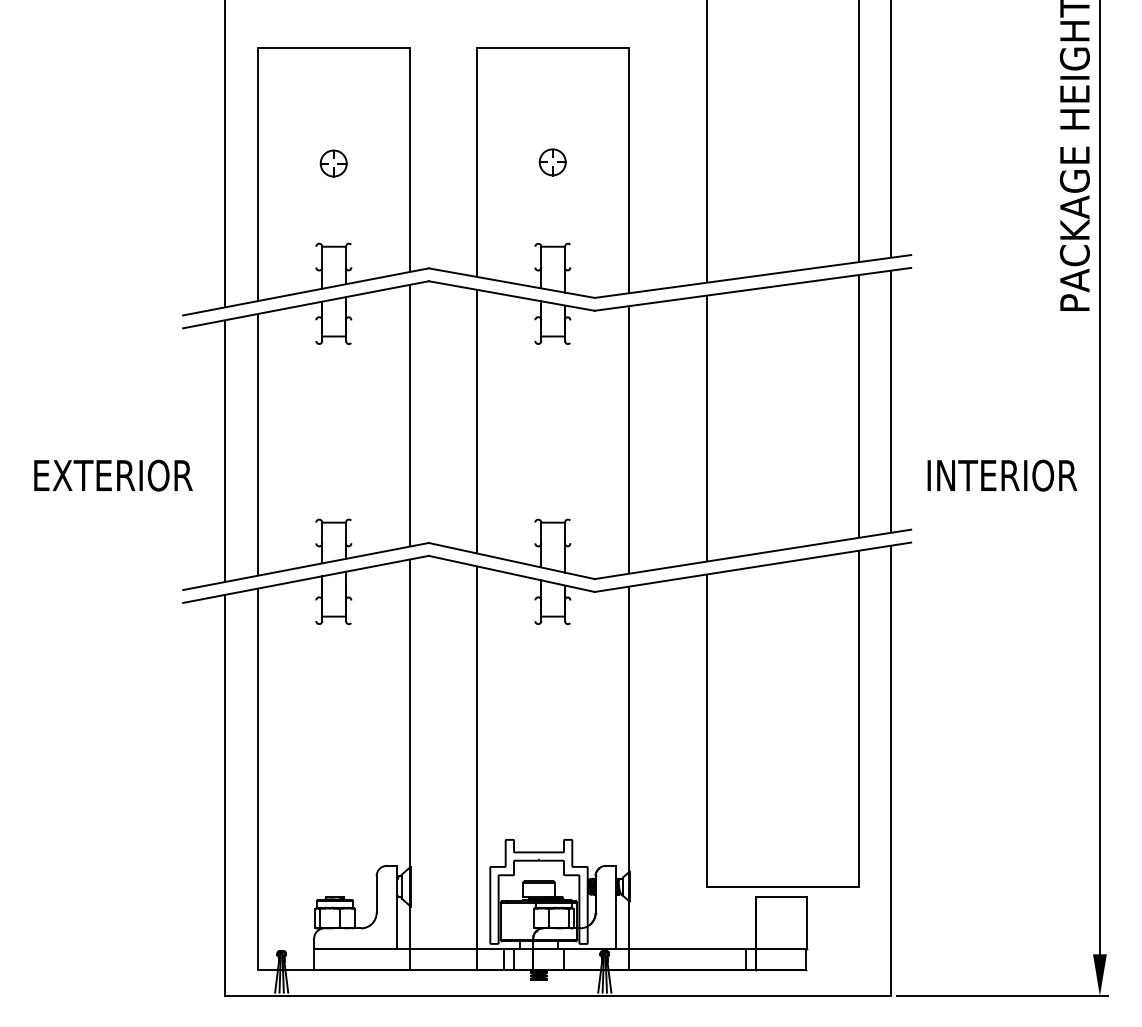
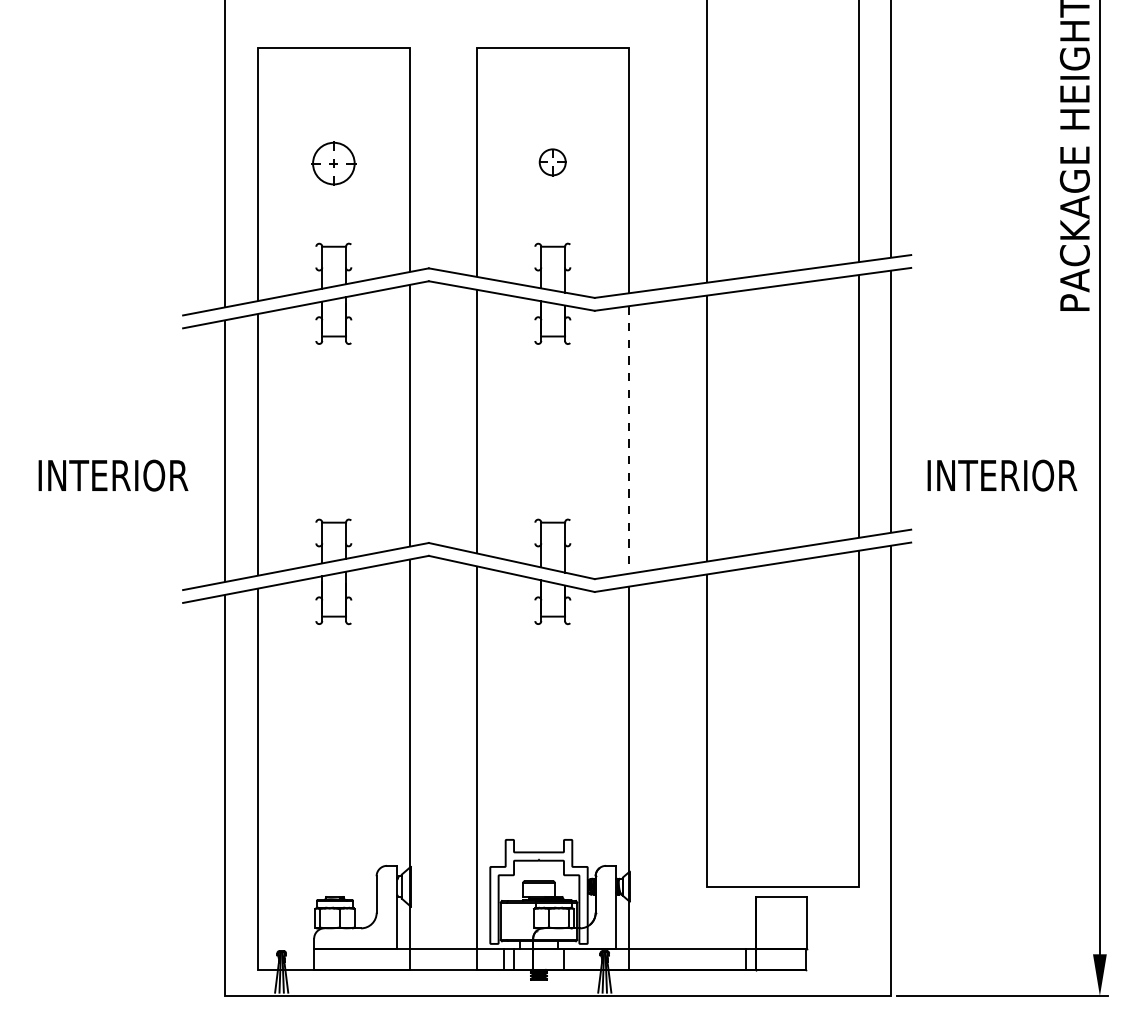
part at (333, 163) size: 29x29 px -> 46x45 px
line at (628, 440): solid -> dashed
text at (113, 475): EXTERIOR -> INTERIOR
